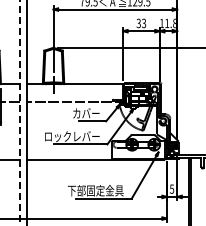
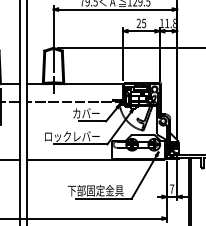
text at (141, 23): 33 -> 25
line at (19, 113): dashed -> solid
text at (171, 188): 5 -> 7
